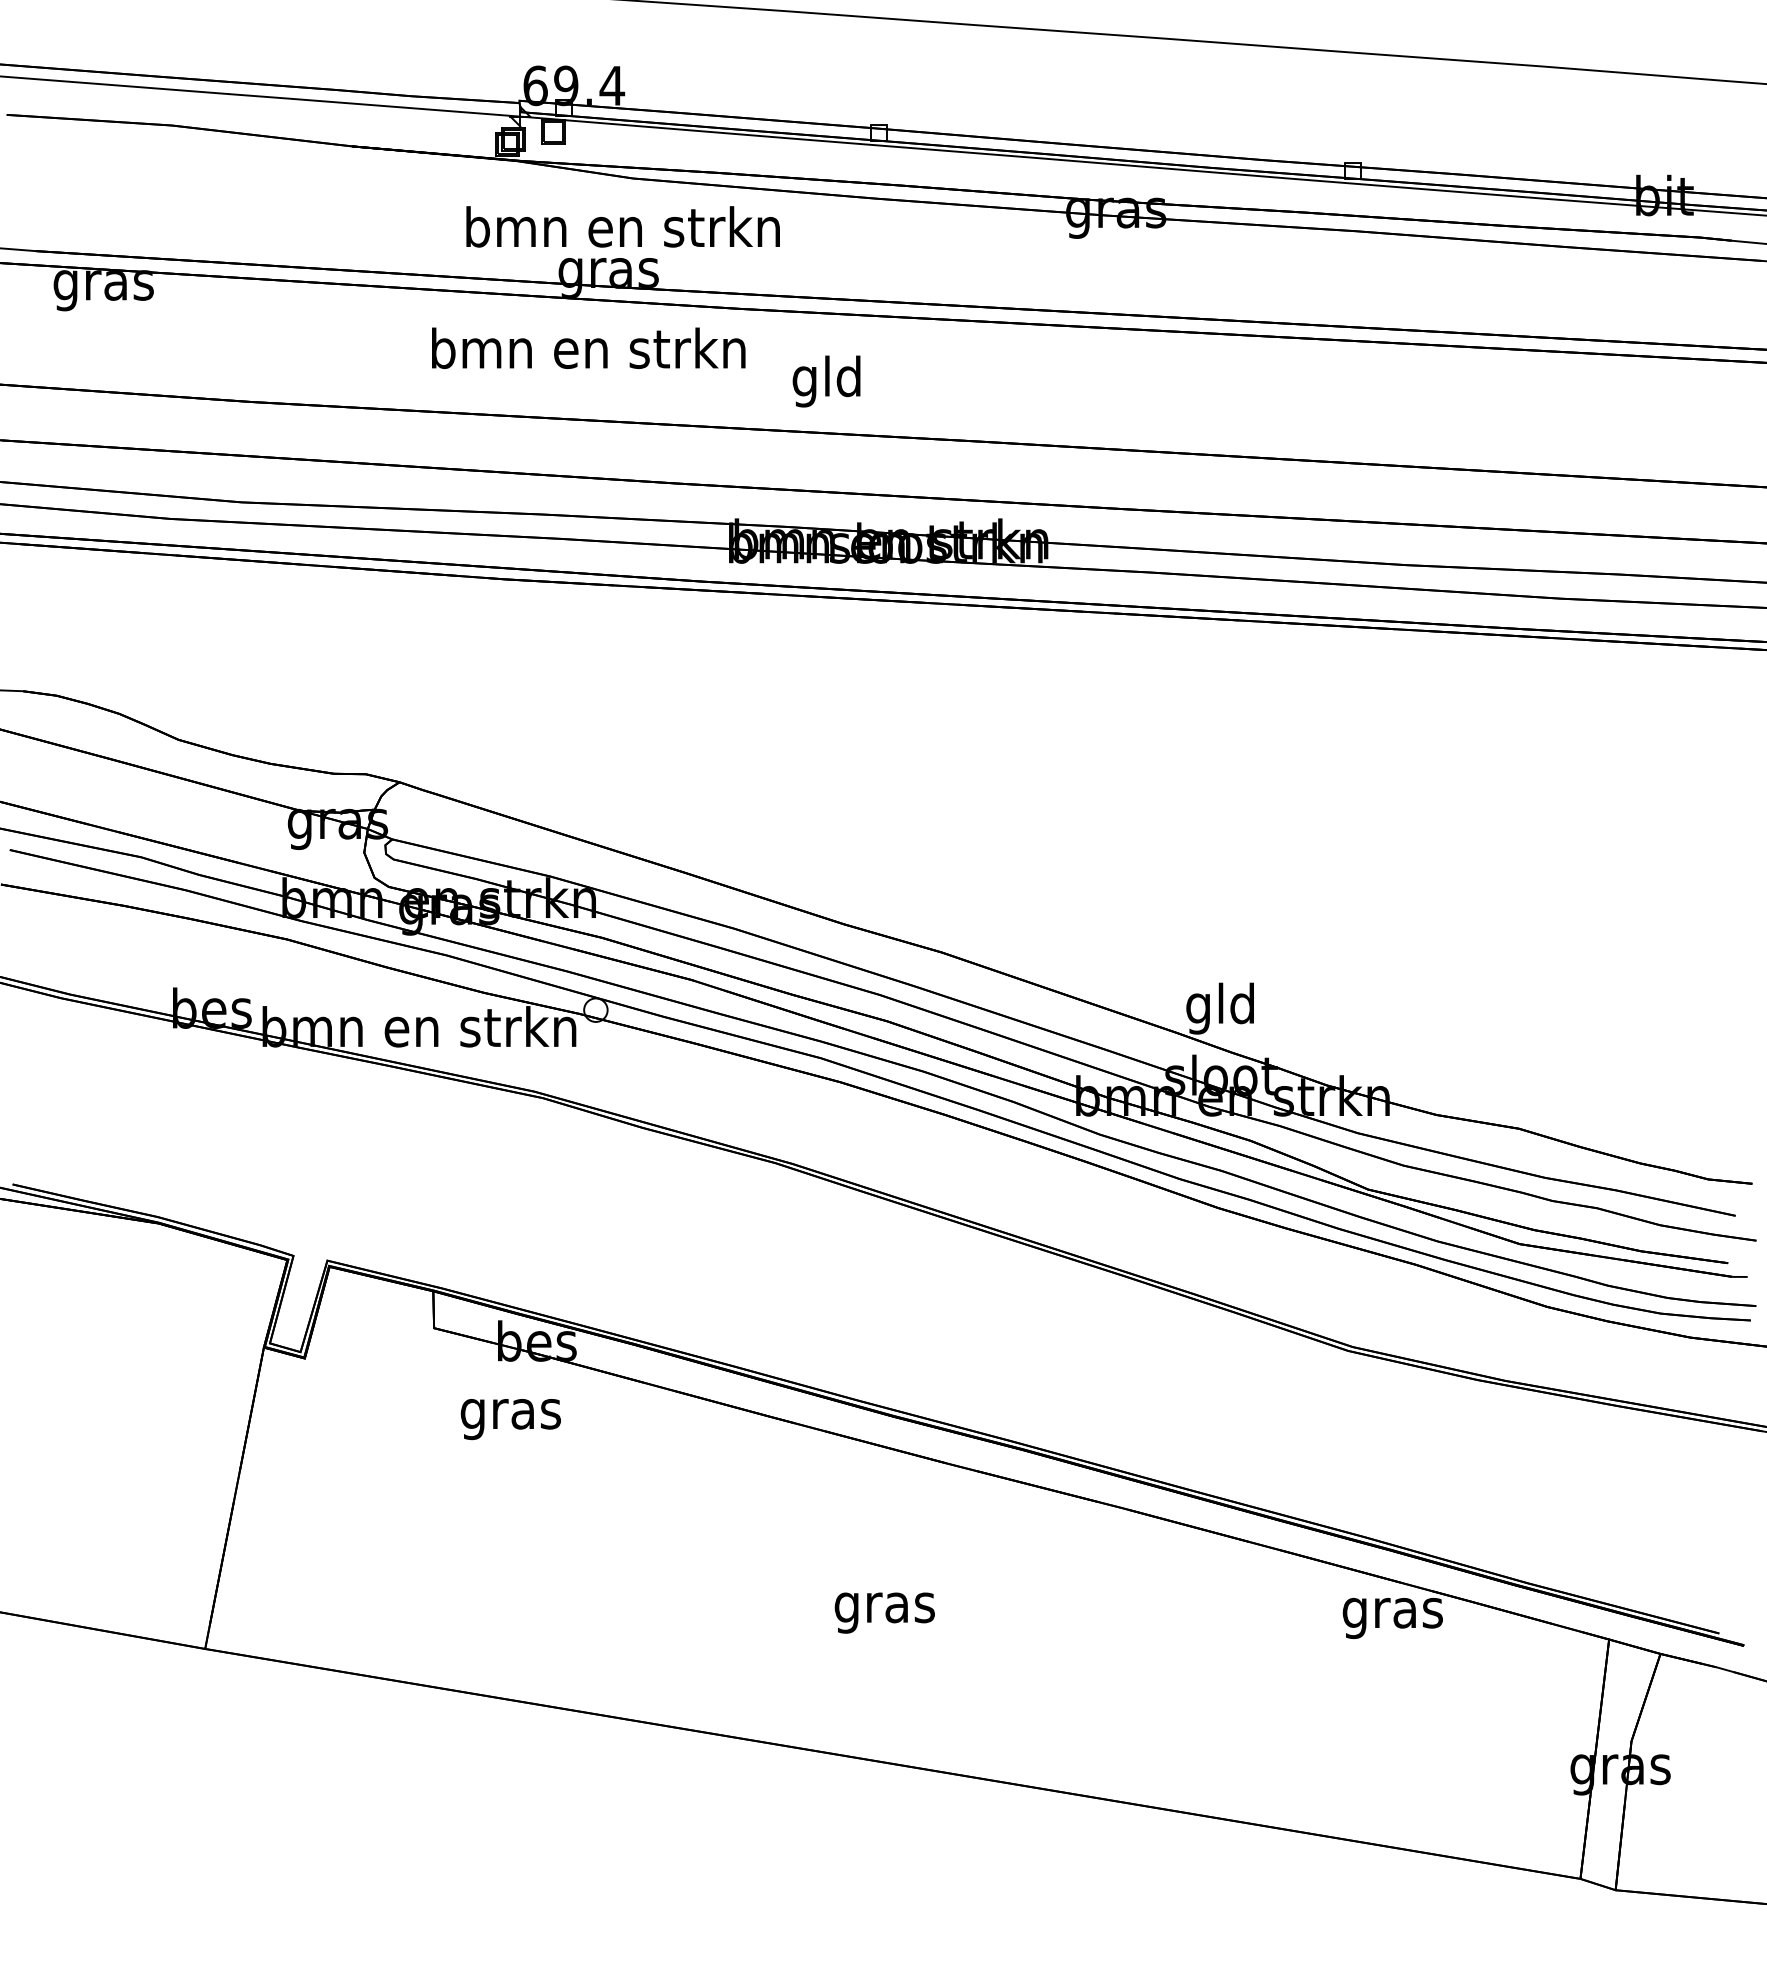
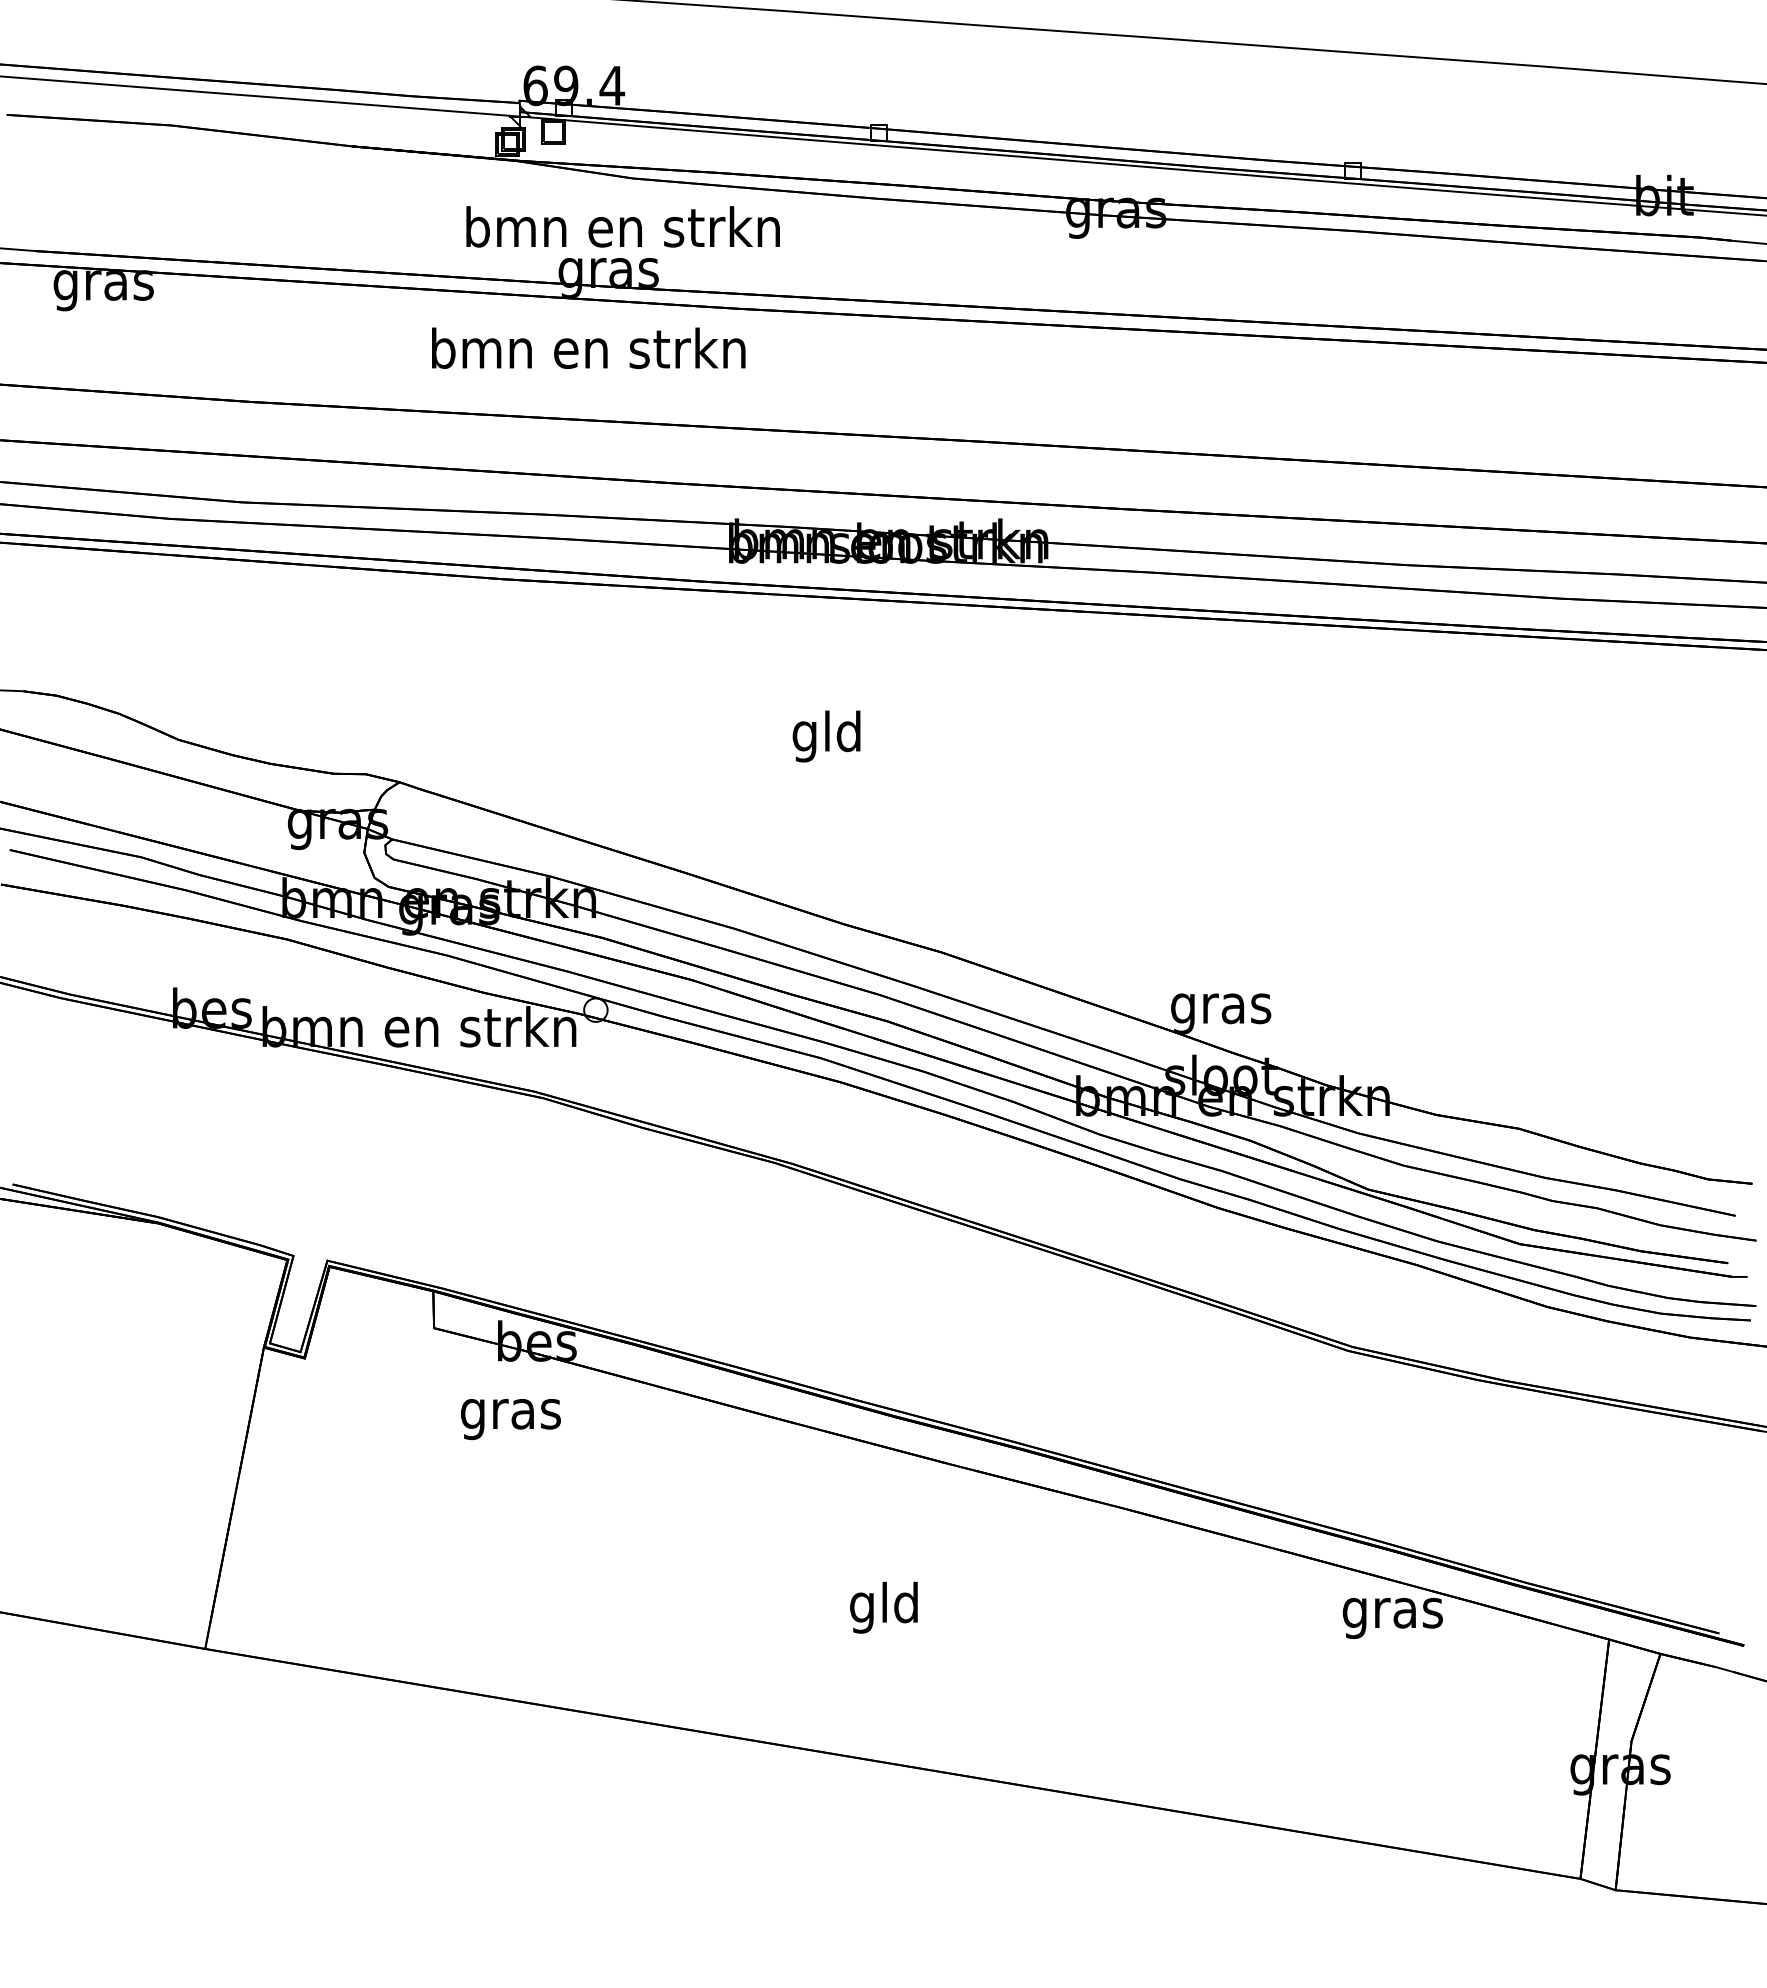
text at (826, 381) position: (826, 381) -> (826, 736)
text at (1221, 1008): gld -> gras
text at (884, 1607): gras -> gld
